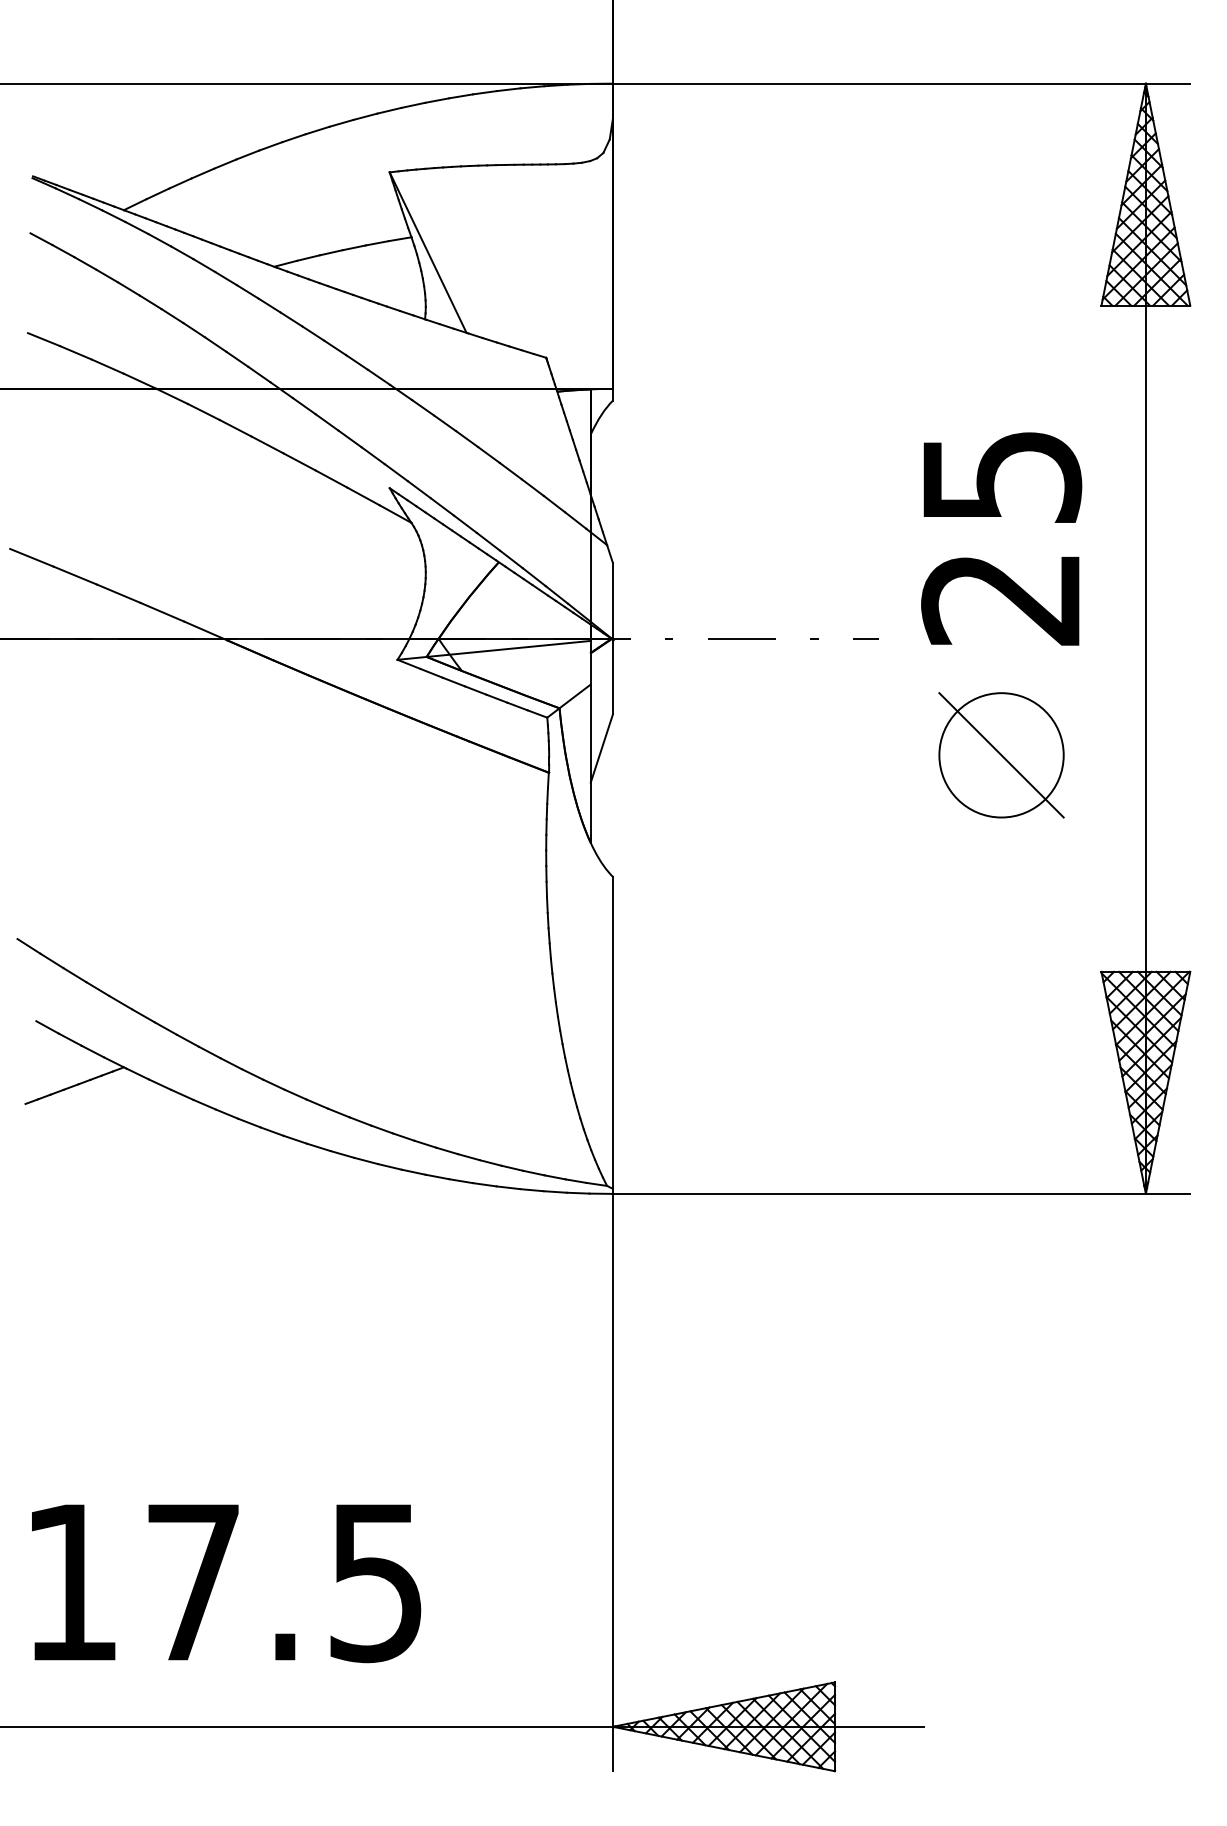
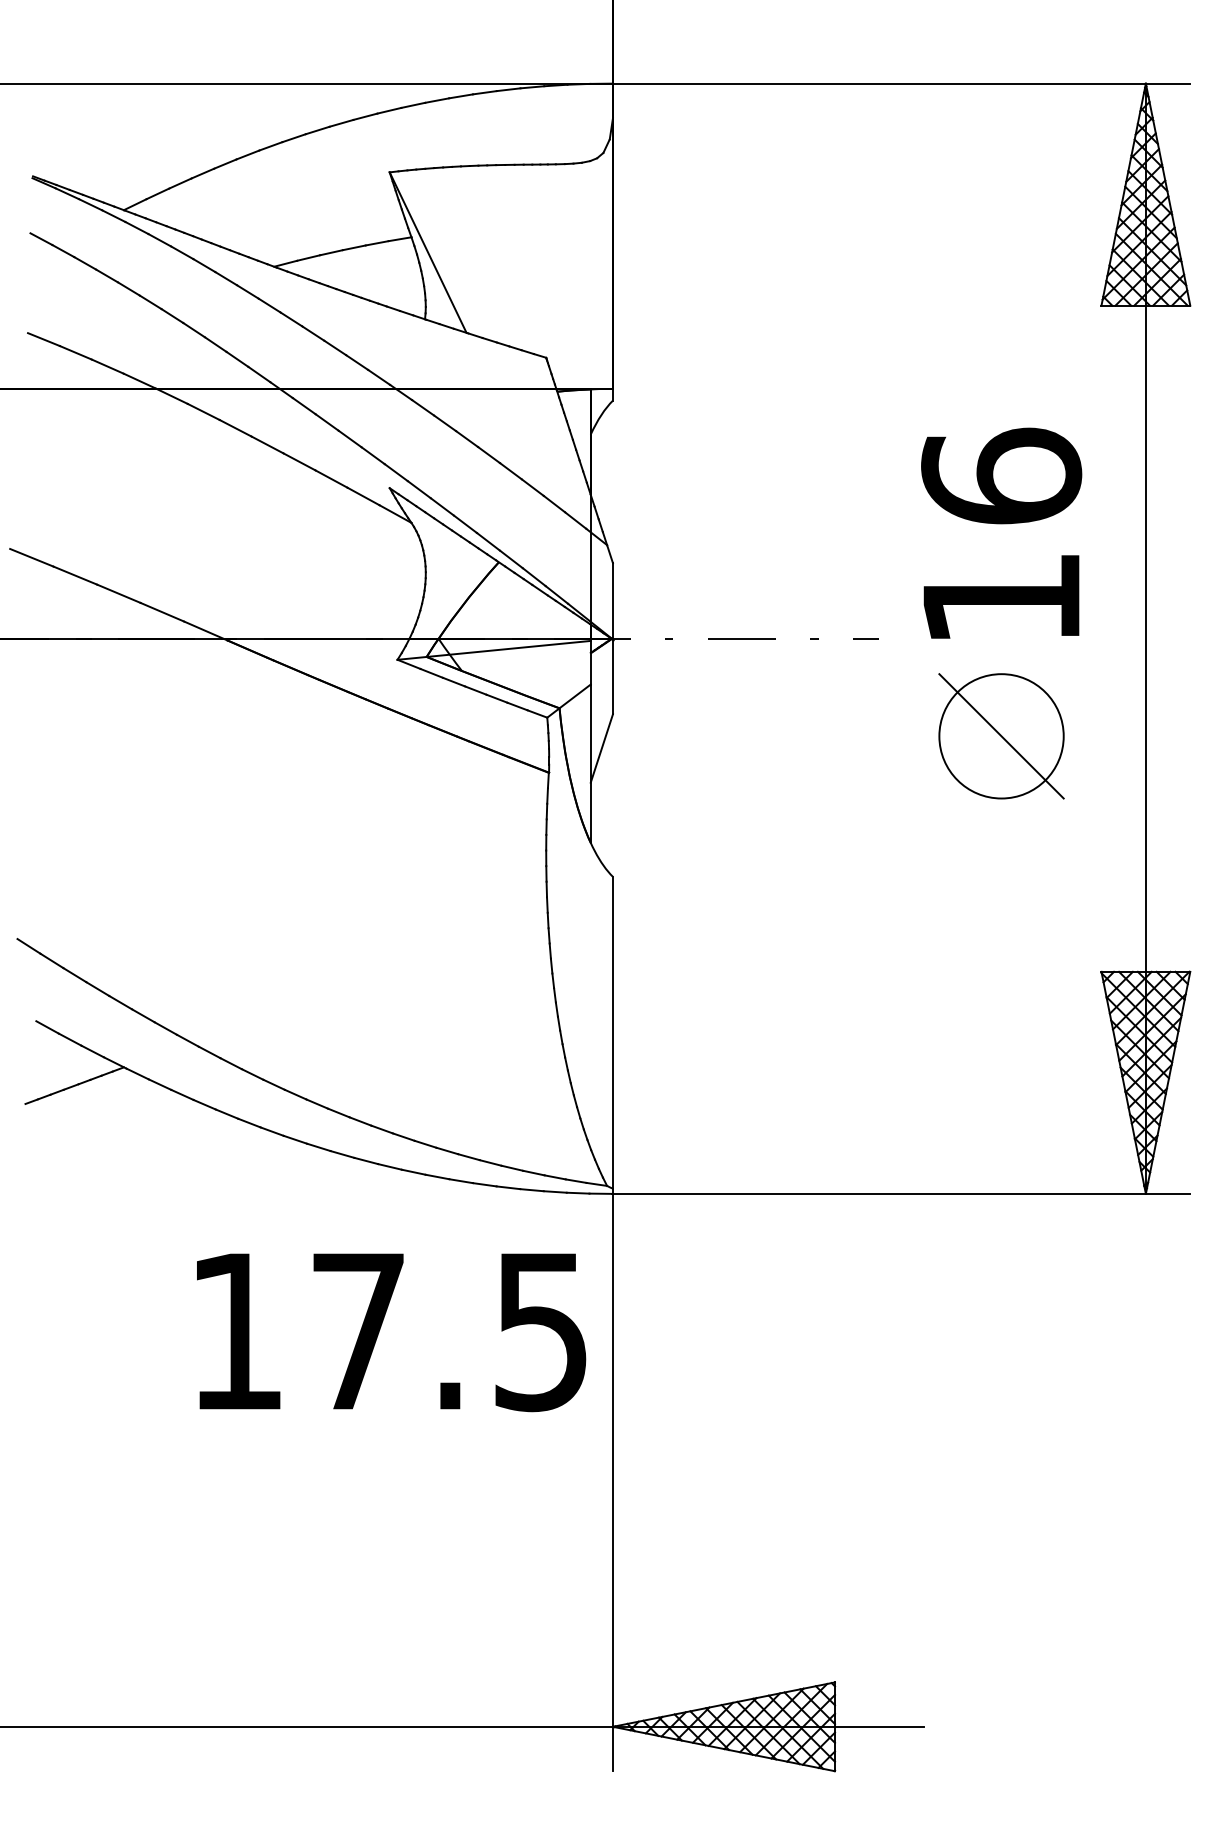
text at (1001, 536): 25 -> 16
part at (1001, 755) position: (1001, 755) -> (1001, 736)
text at (226, 1583) position: (226, 1583) -> (391, 1332)
